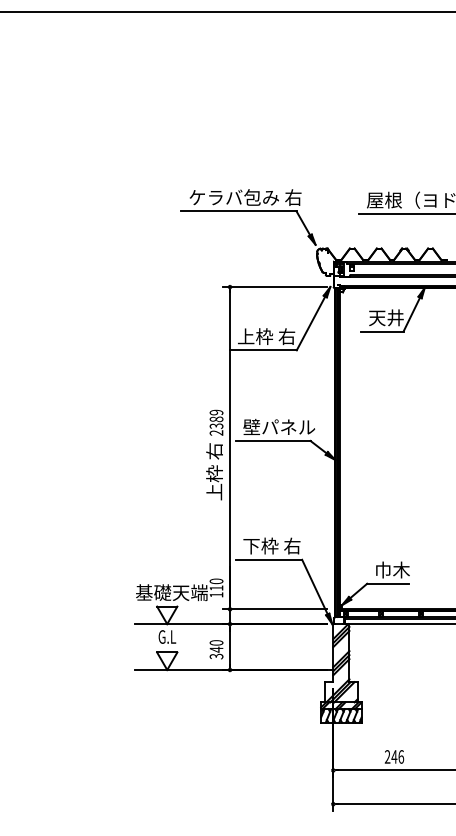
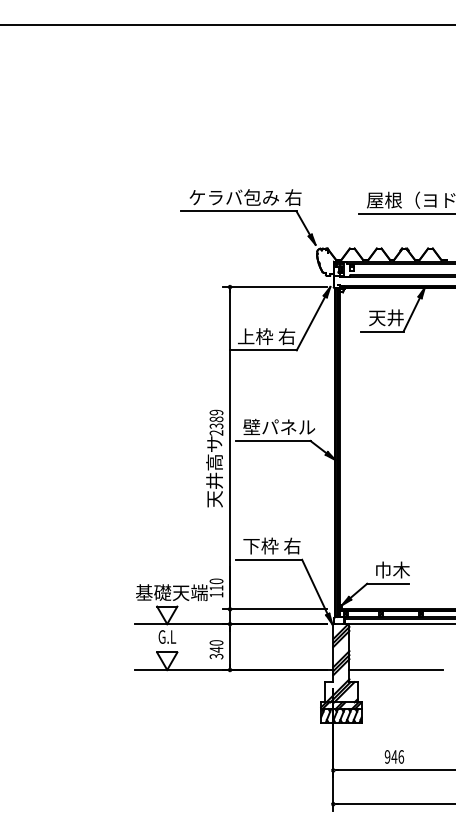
line at (227, 12) position: (227, 12) -> (227, 25)
text at (214, 471): 上枠 右 -> 天井高サ
line at (396, 670): none -> present
text at (387, 757): 246 -> 946
